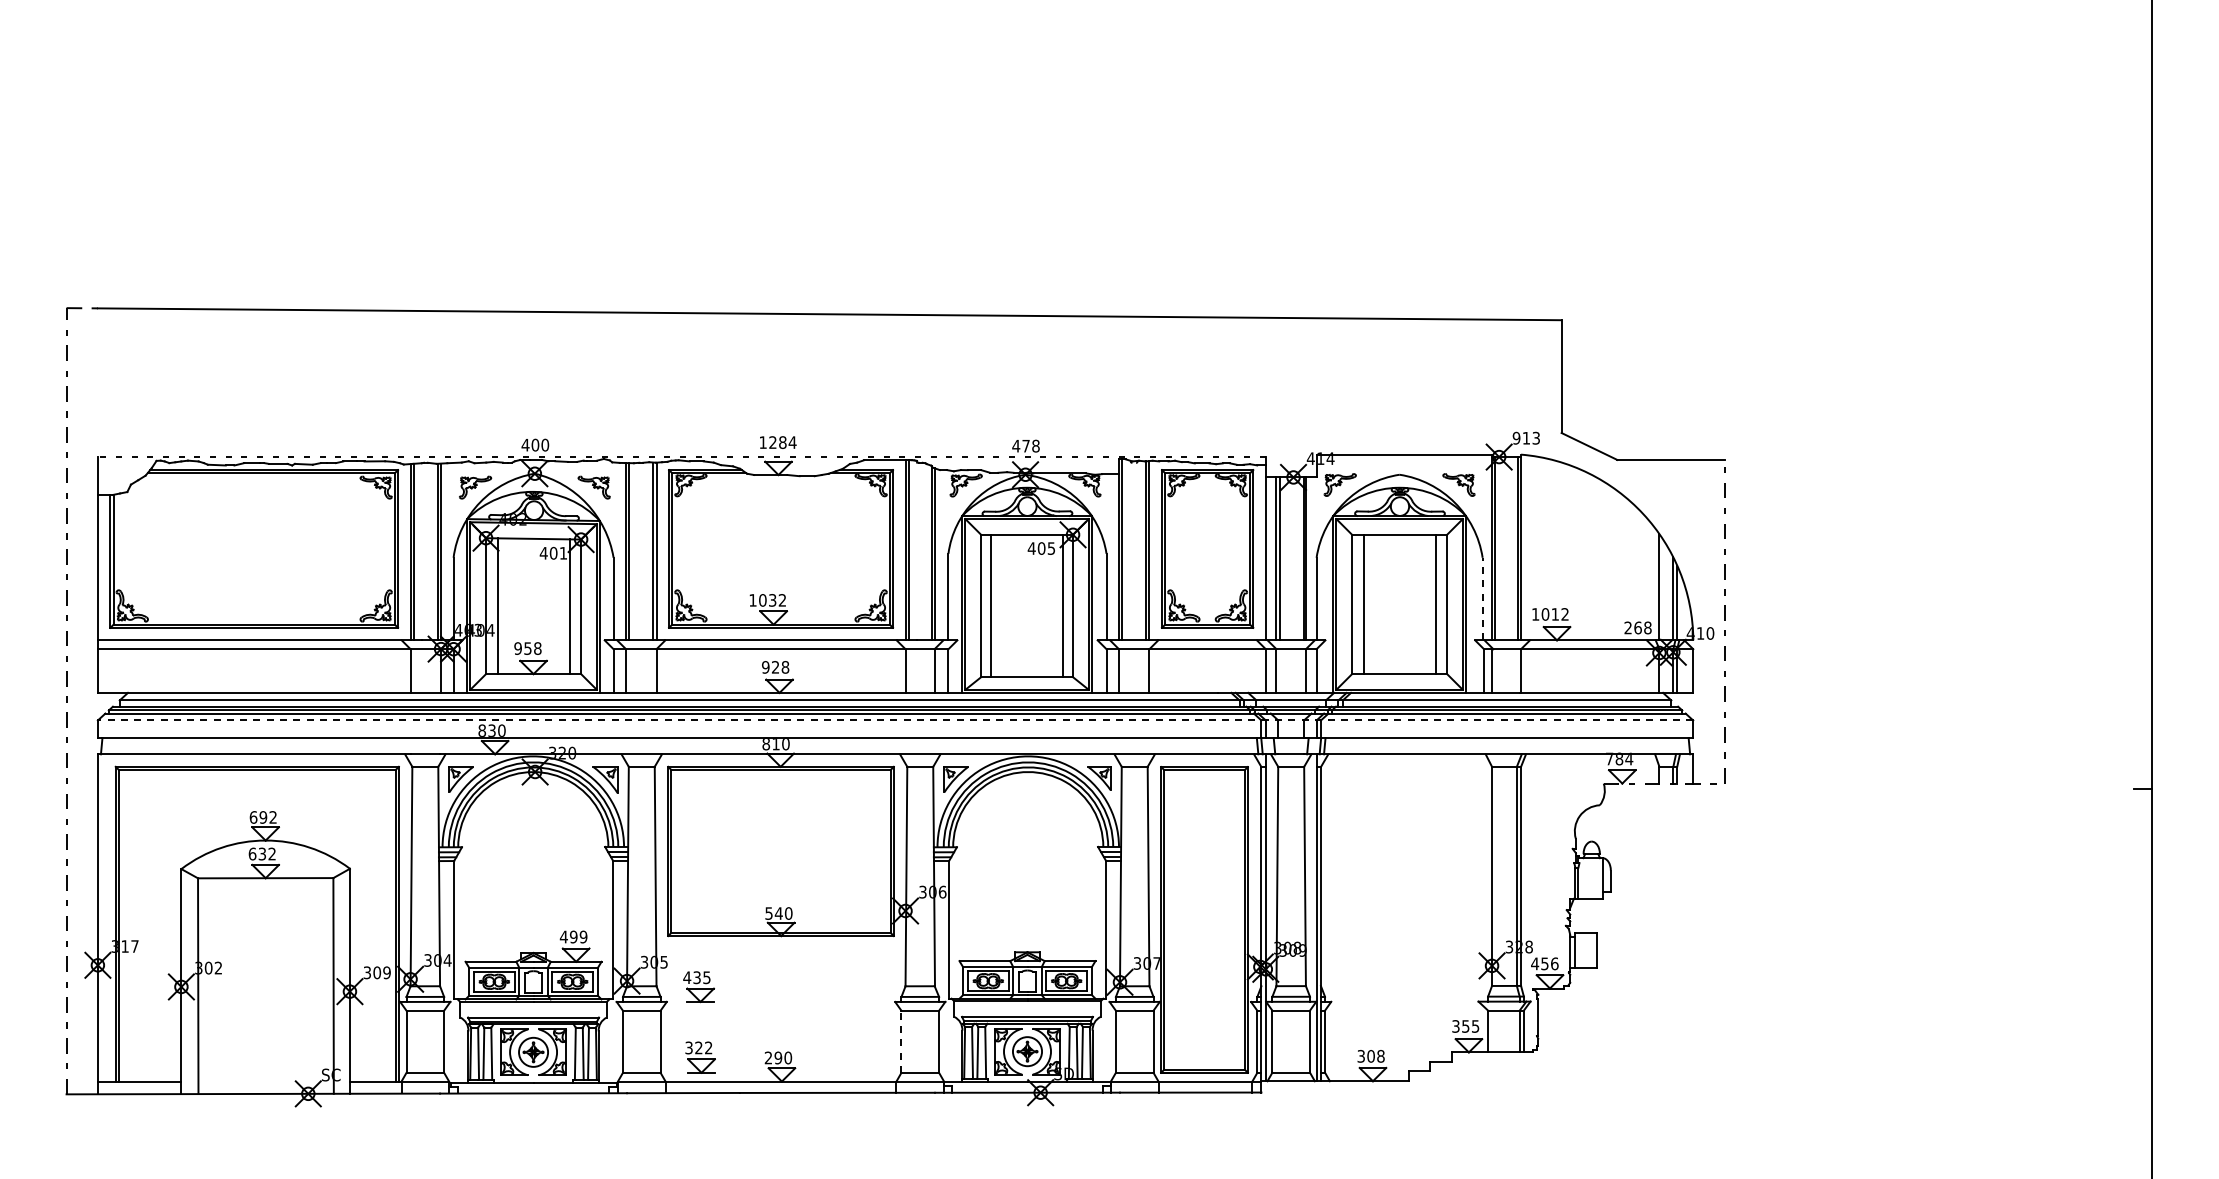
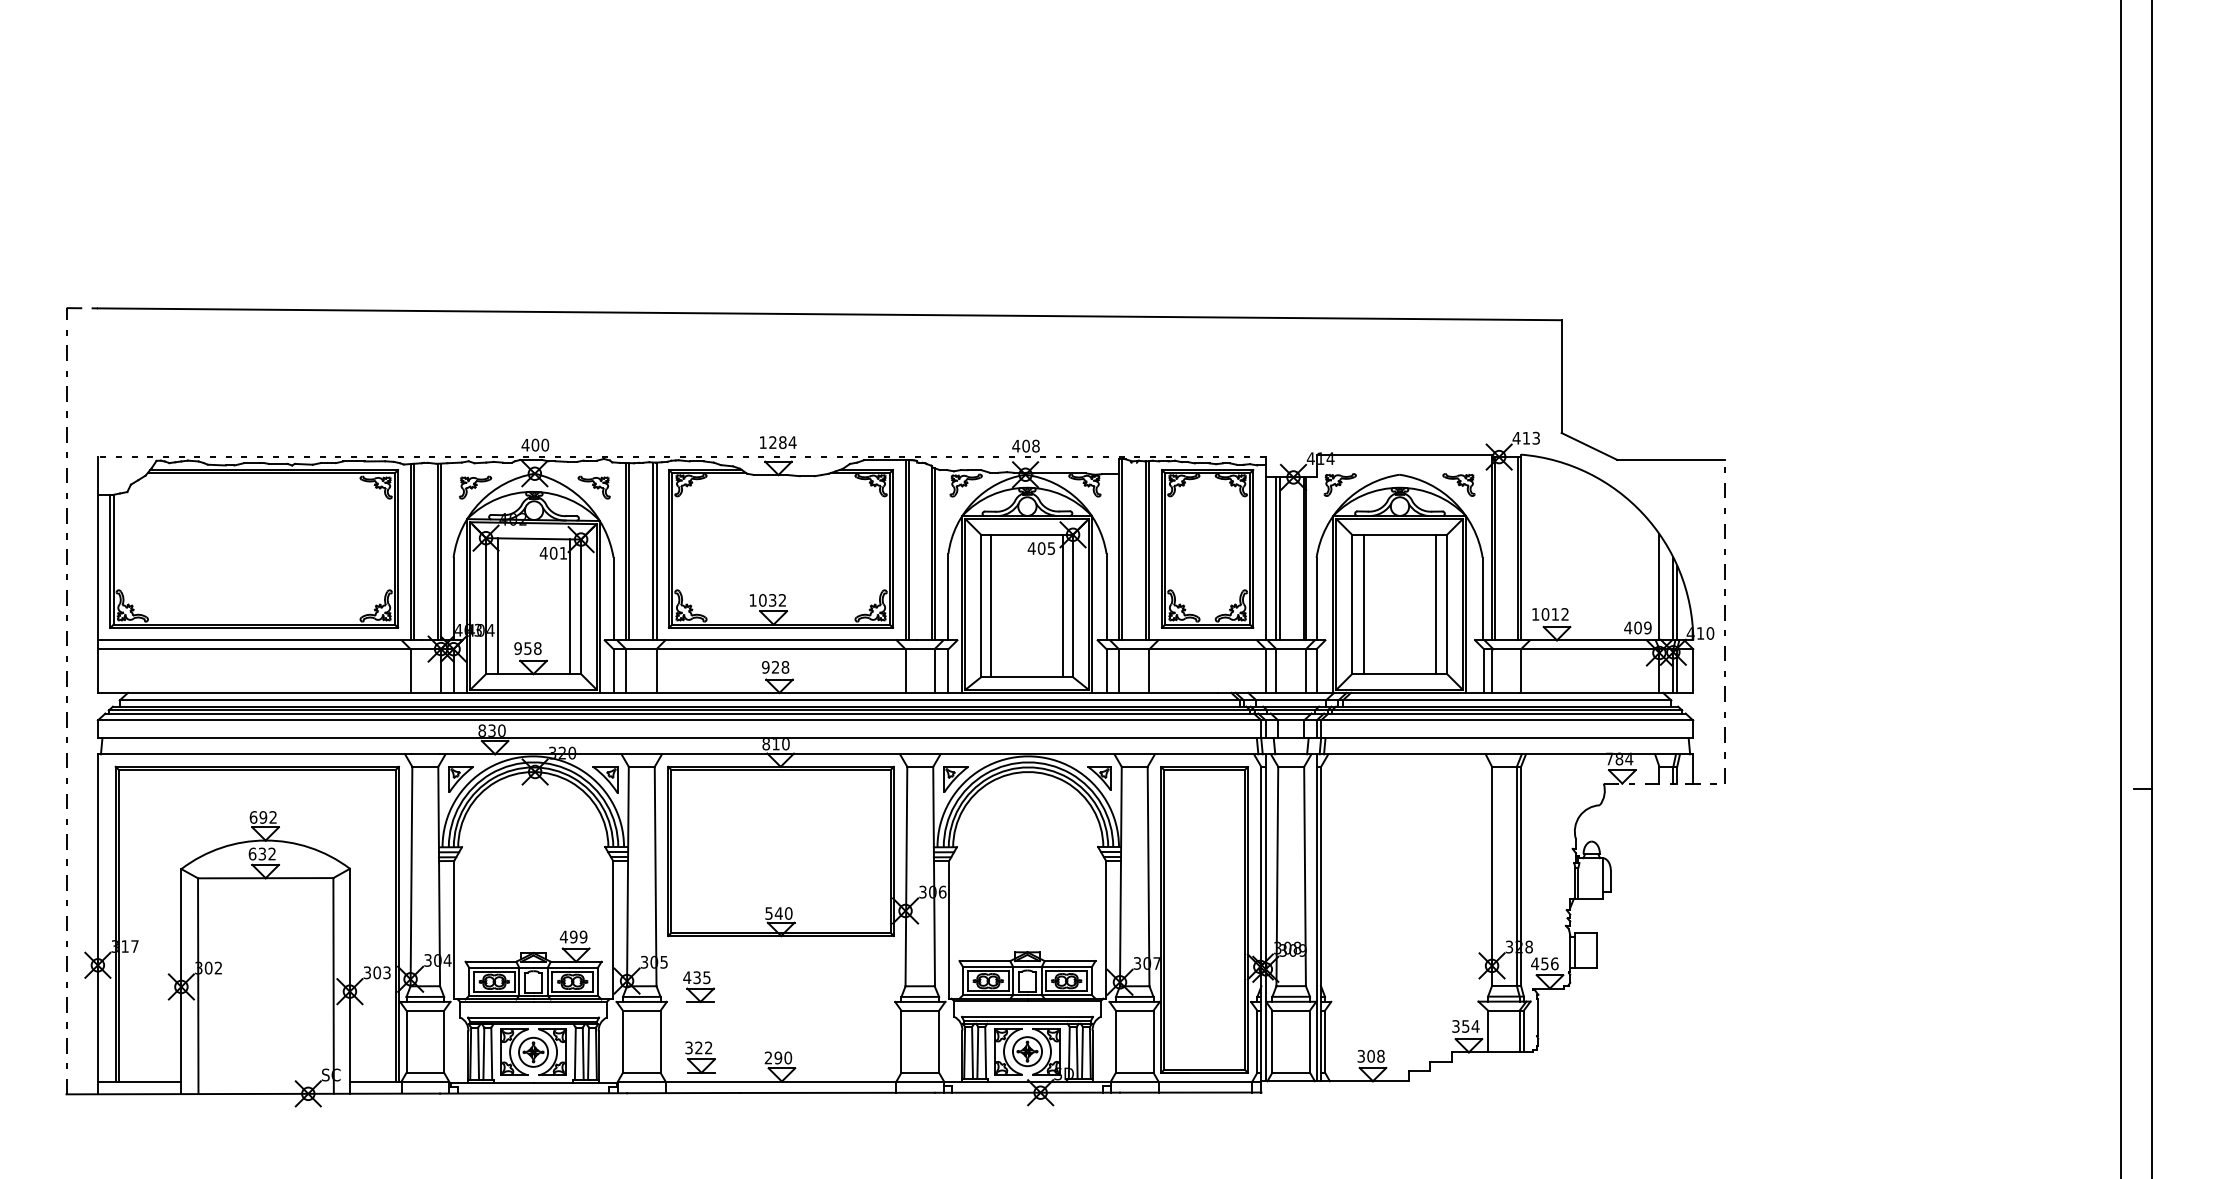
text at (1516, 437): 913 -> 413
text at (1025, 445): 478 -> 408
line at (2121, 588): none -> present
line at (1482, 598): dashed -> solid
text at (1637, 627): 268 -> 409
line at (895, 720): dashed -> solid
text at (386, 972): 309 -> 303
text at (1475, 1026): 355 -> 354
line at (901, 1041): dashed -> solid
